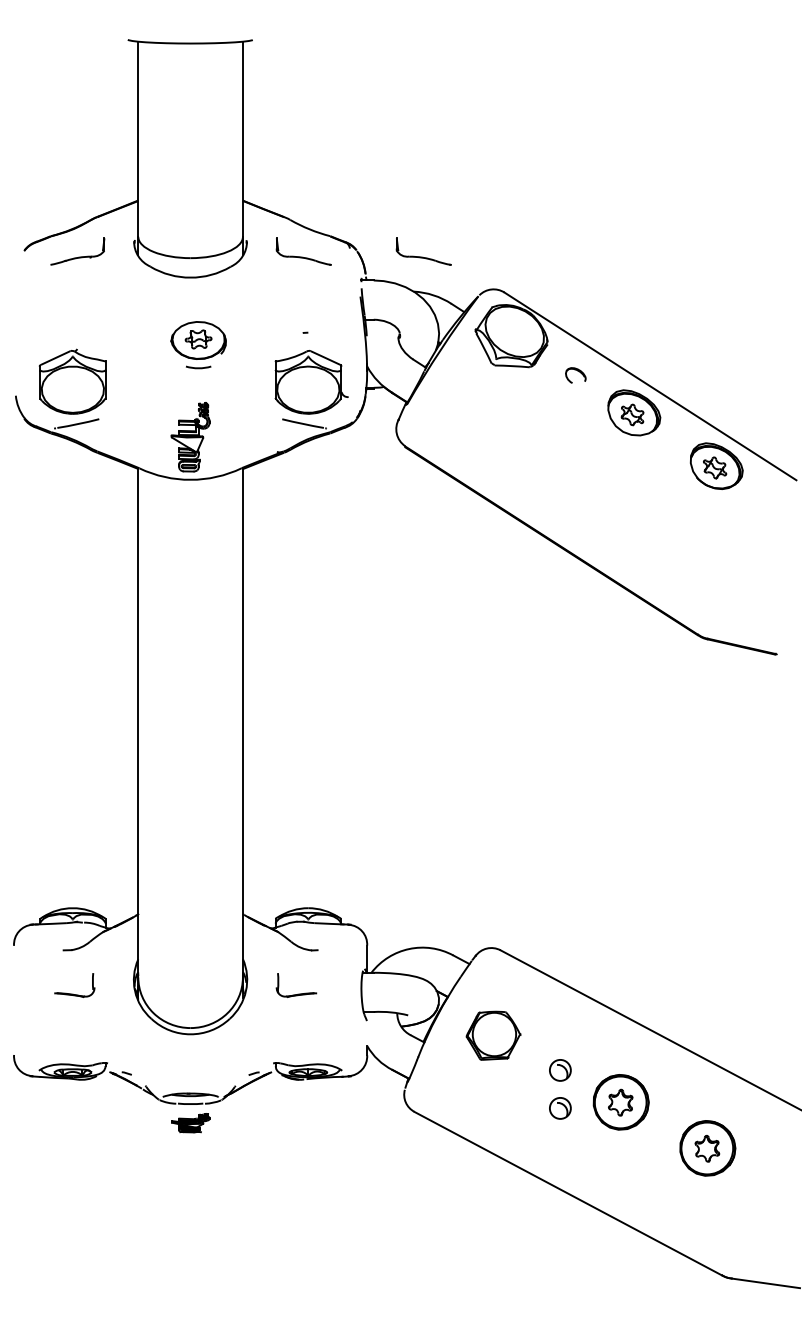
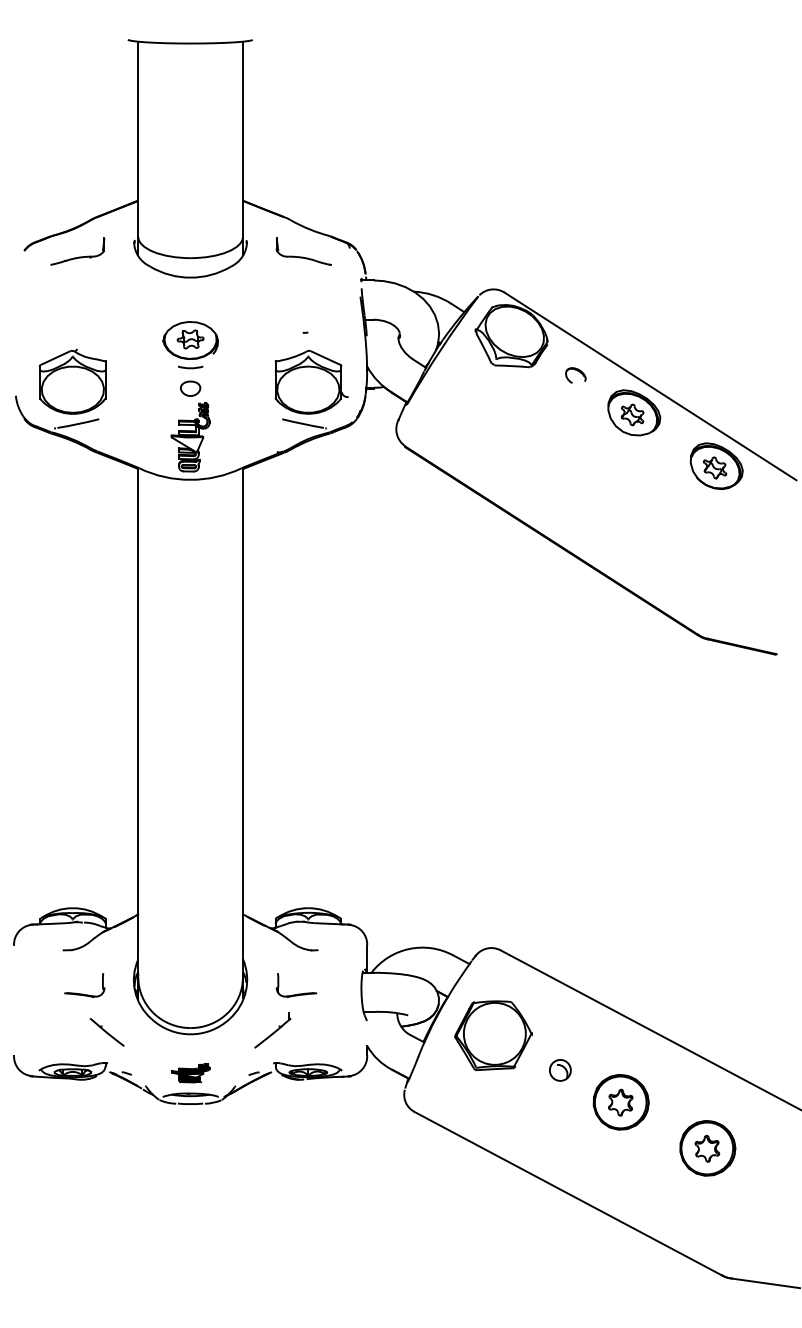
part at (423, 251): present -> none
part at (198, 345) position: (198, 345) -> (190, 345)
part at (190, 388): none -> present
part at (73, 993) position: (73, 993) -> (83, 993)
part at (272, 1030): none -> present
part at (106, 1032): none -> present
part at (493, 1035) size: 57x51 px -> 79x72 px
part at (560, 1108): present -> none
part at (190, 1123) position: (190, 1123) -> (190, 1073)
